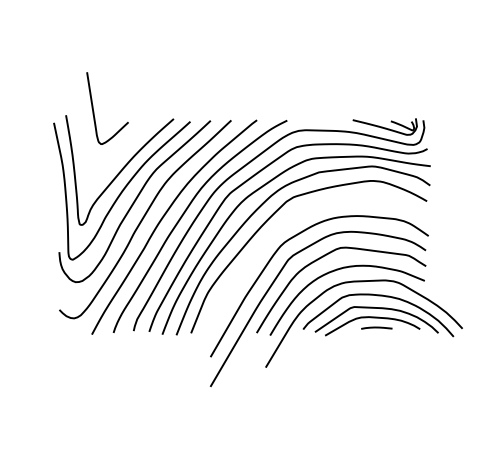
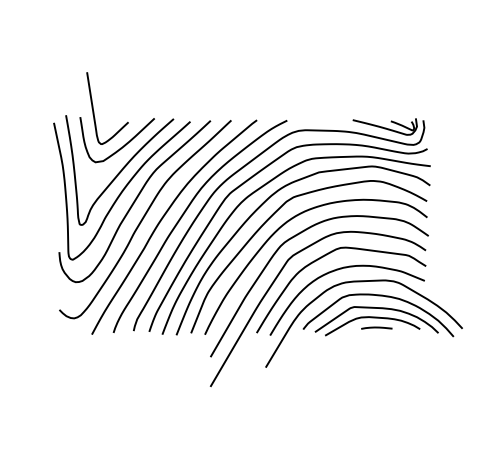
curve at (120, 147): none -> present
curve at (284, 225): none -> present
